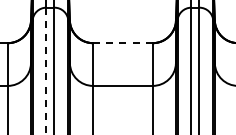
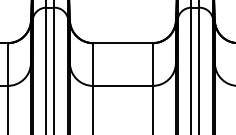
line at (122, 43): dashed -> solid
line at (46, 71): dashed -> solid
